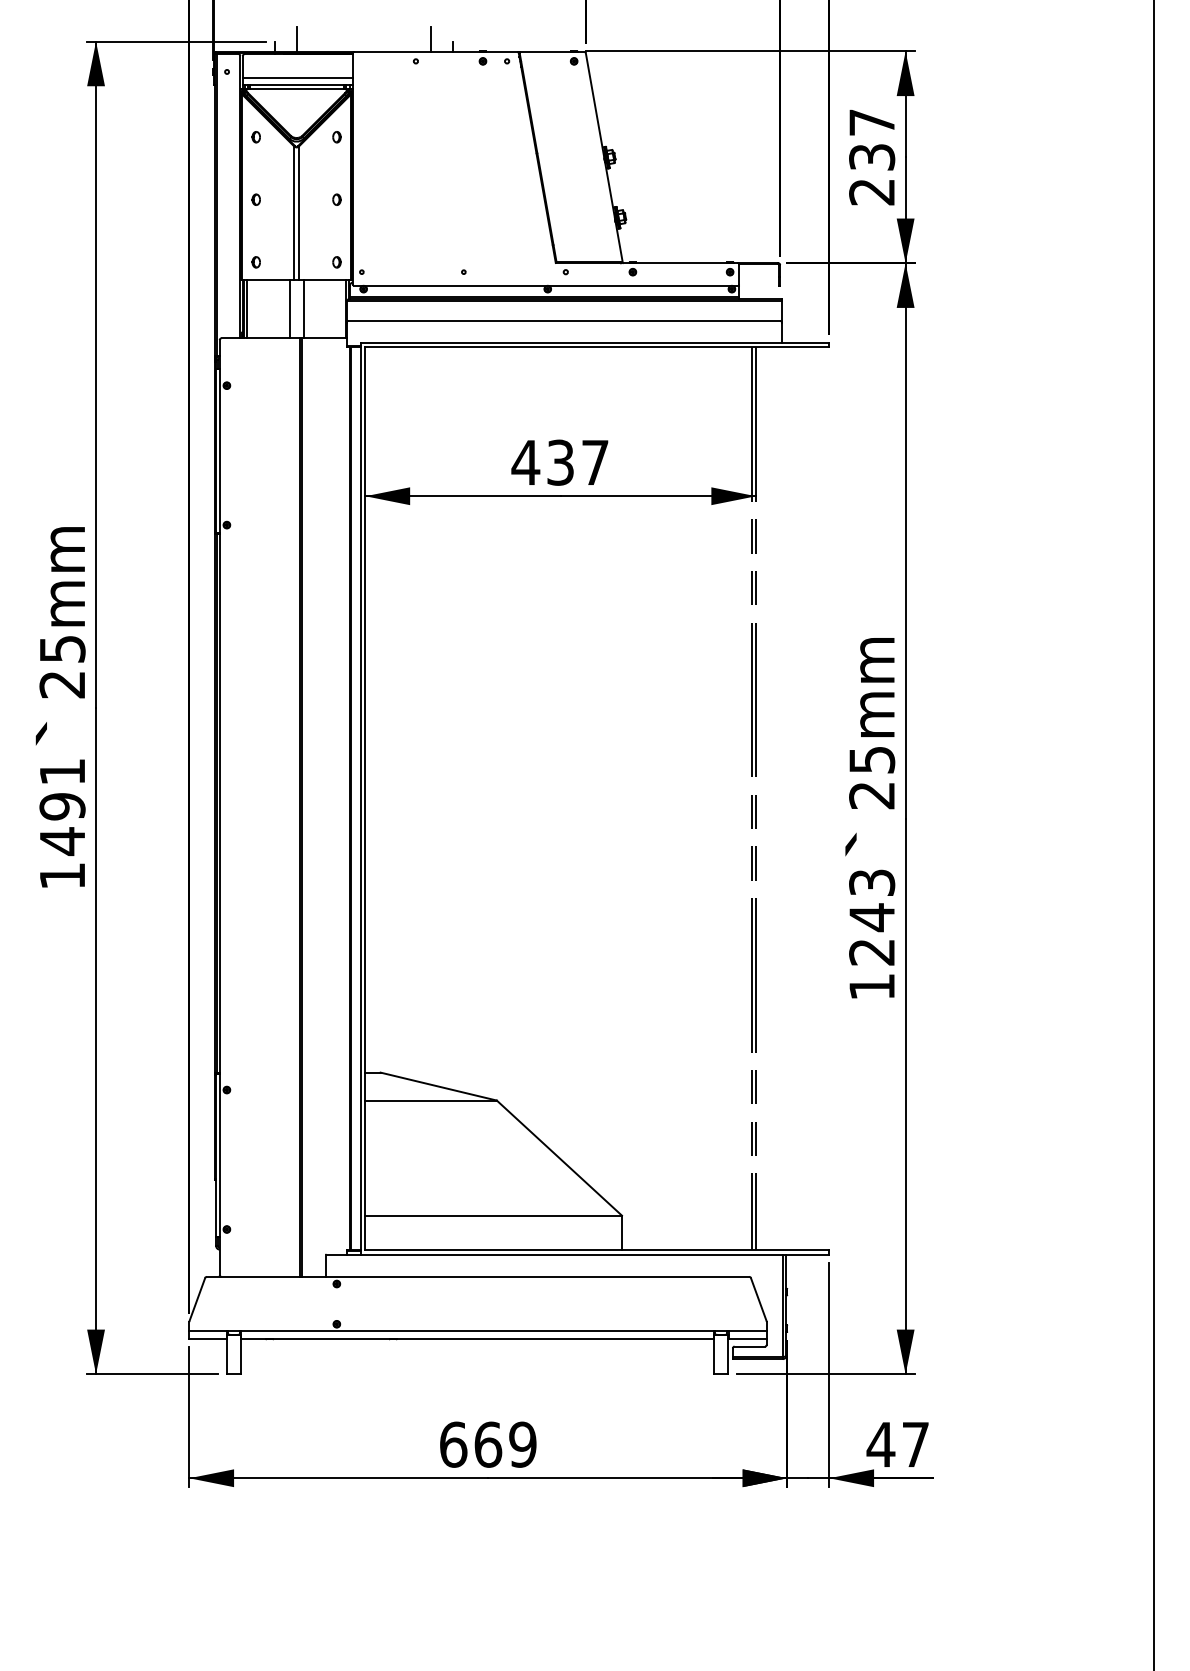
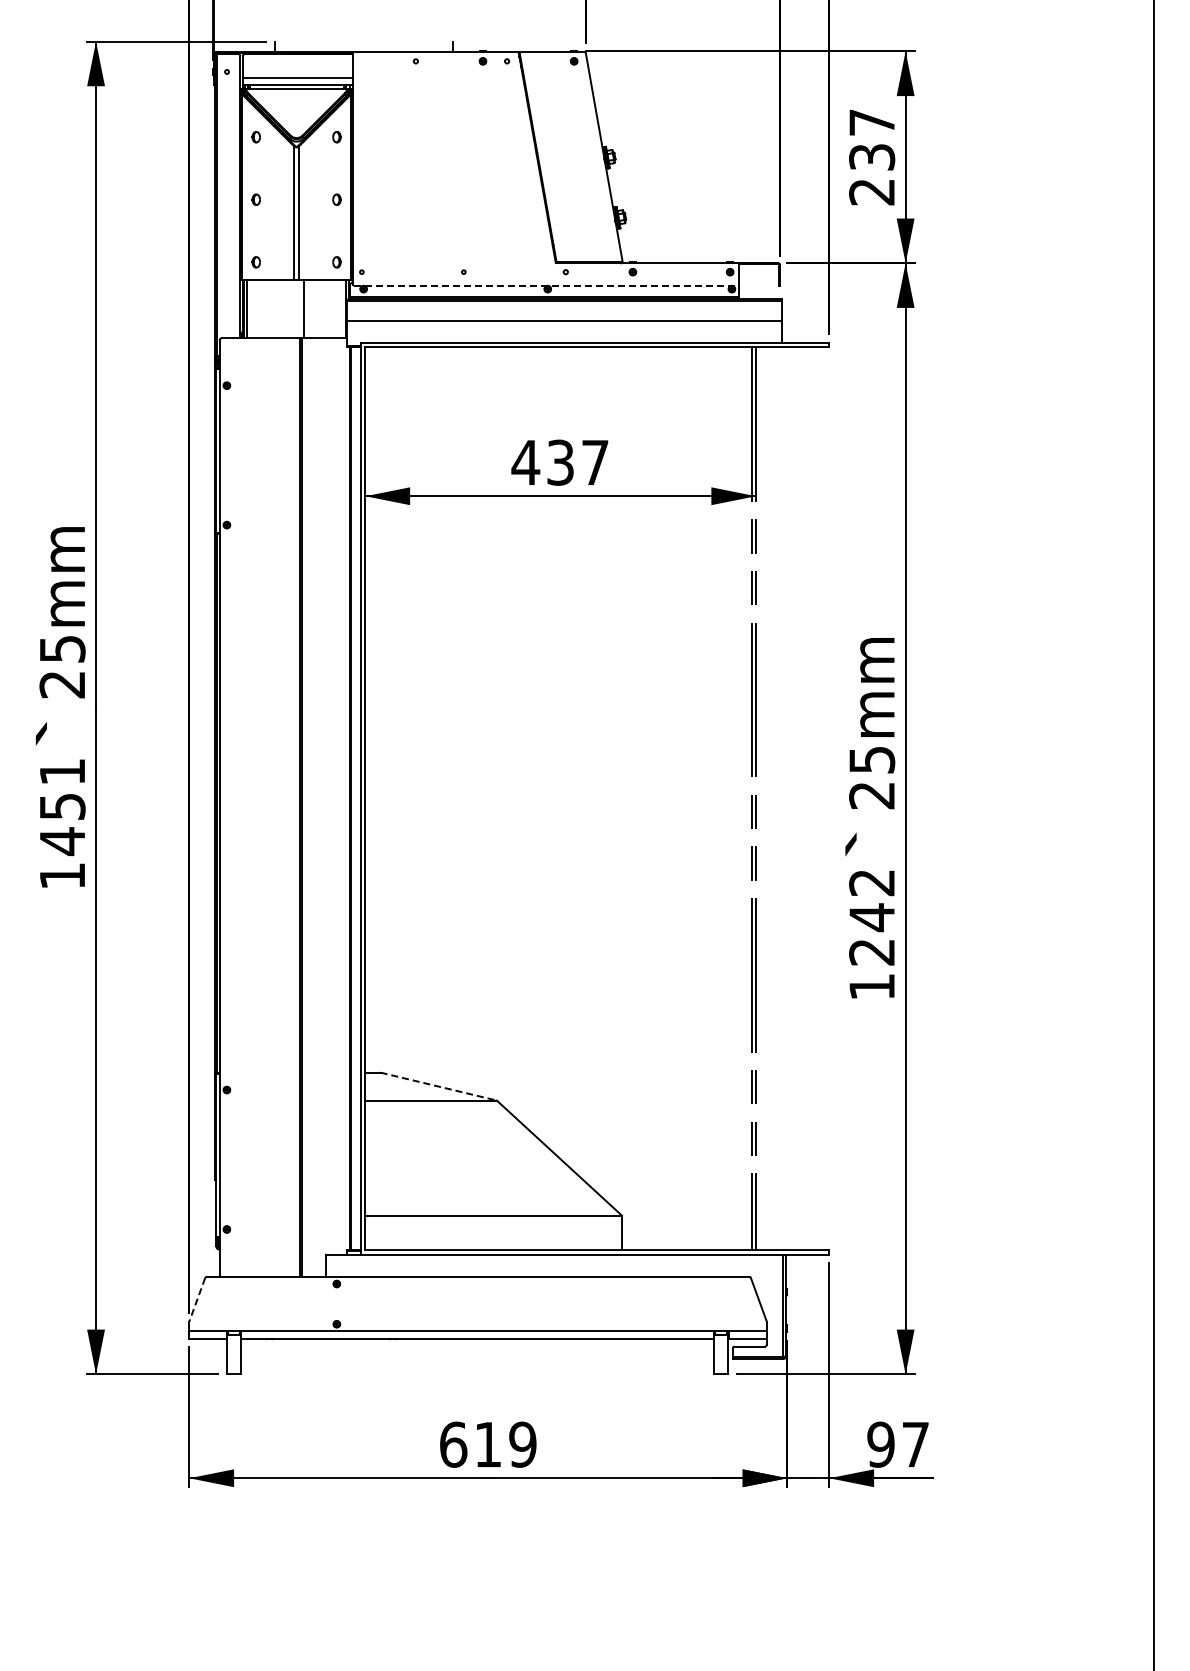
line at (296, 39): present -> none
line at (430, 39): present -> none
line at (546, 285): solid -> dashed
line at (289, 309): present -> none
text at (62, 806): 1491 -> 1451
text at (872, 882): 1243 -> 1242
line at (438, 1086): solid -> dashed
line at (197, 1299): solid -> dashed
text at (488, 1444): 669 -> 619
text at (880, 1444): 47 -> 97
